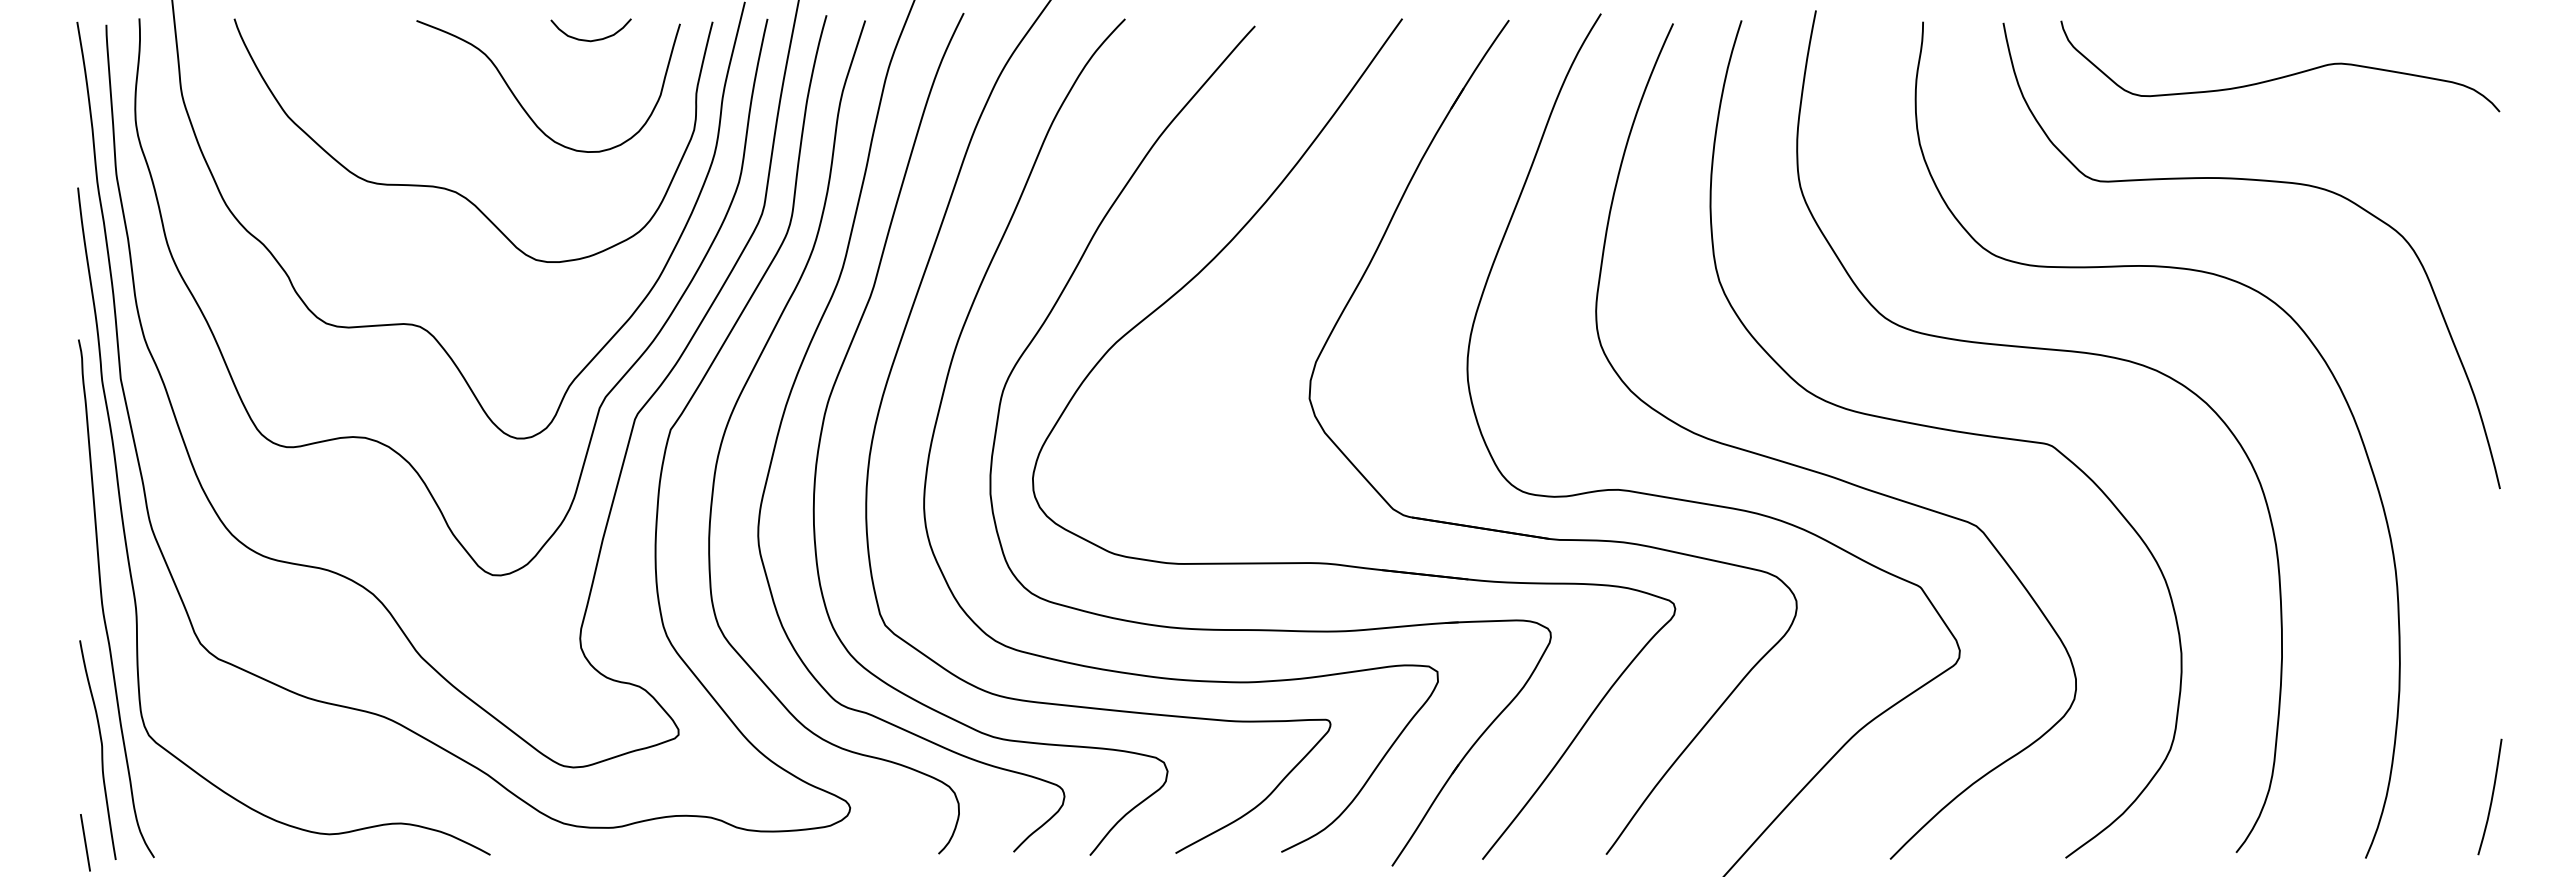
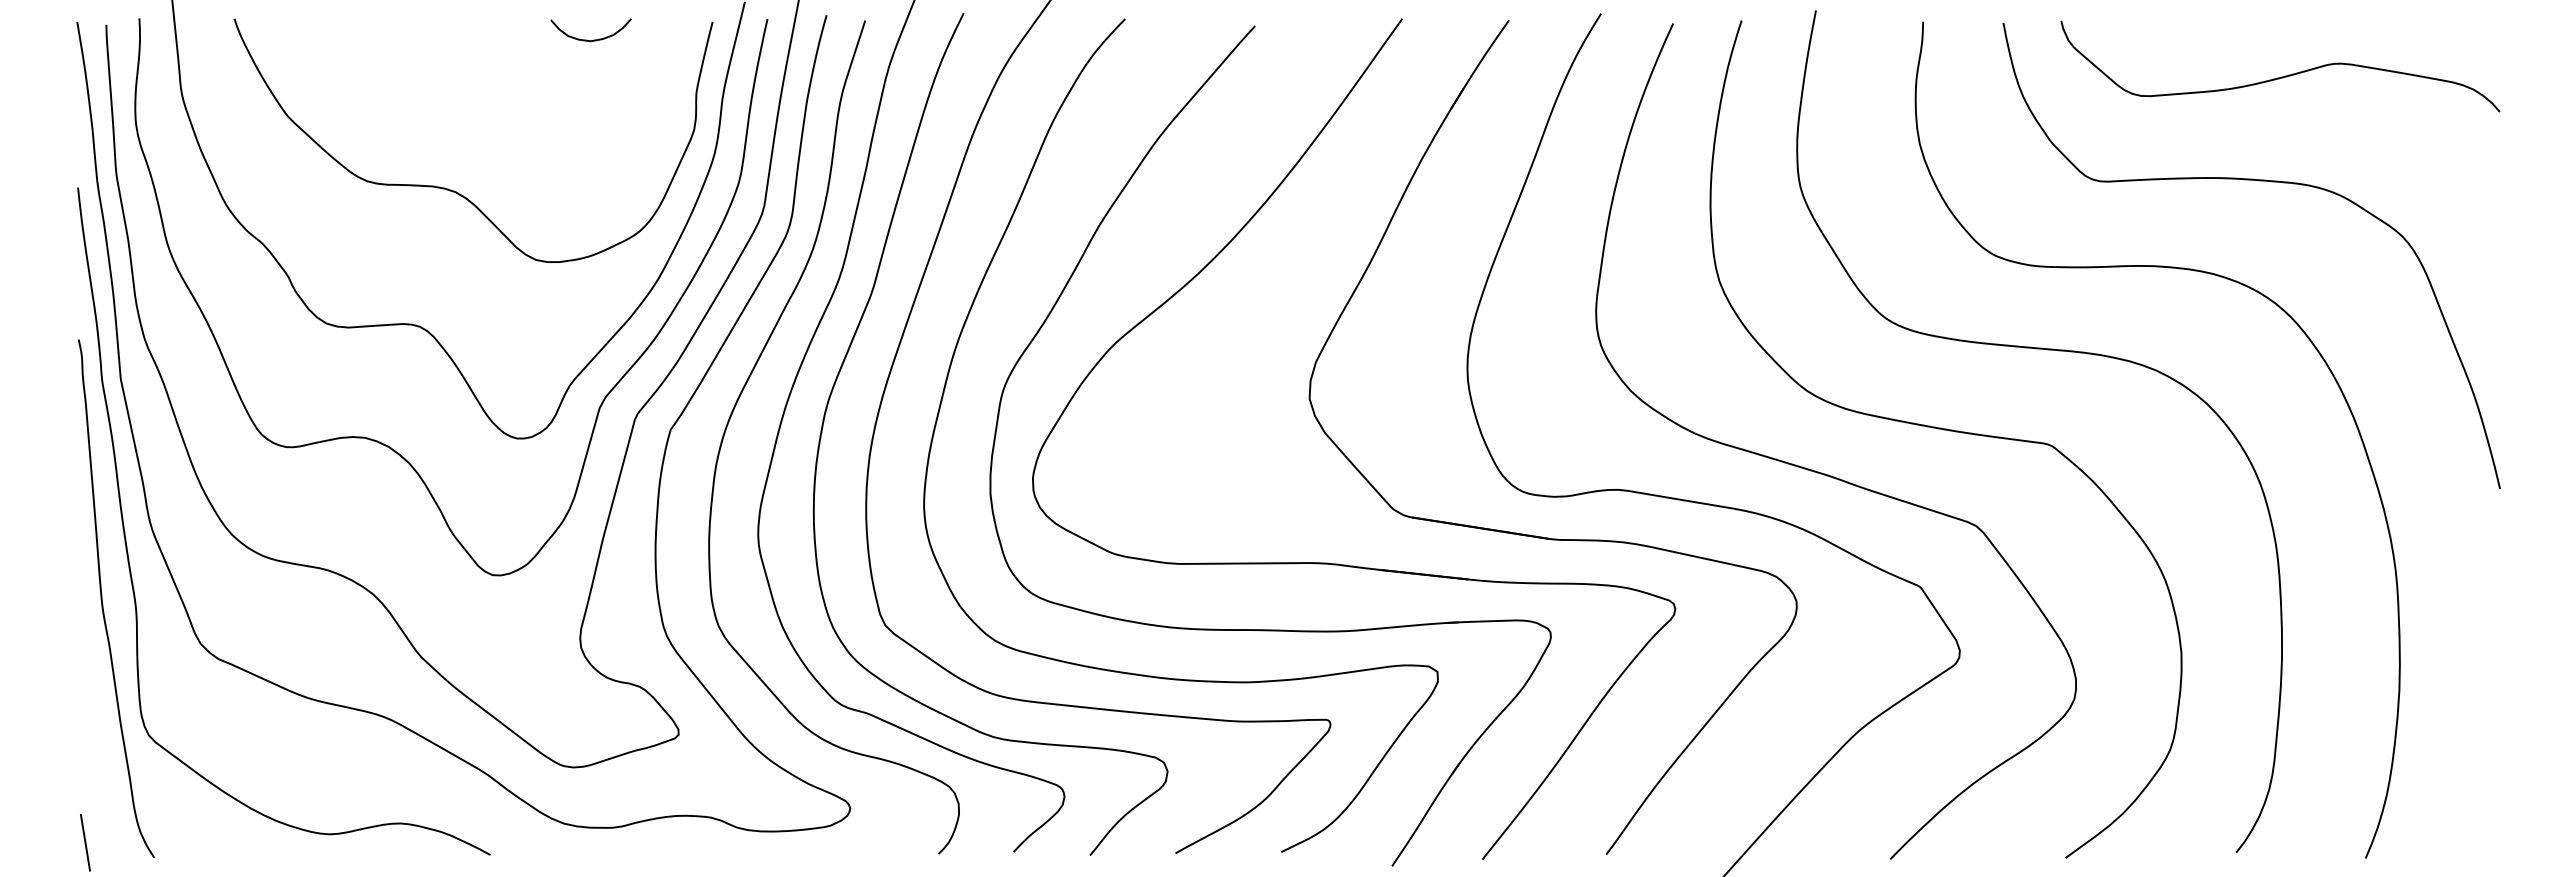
curve at (522, 105): present -> none
curve at (101, 749): present -> none
curve at (2491, 796): present -> none
